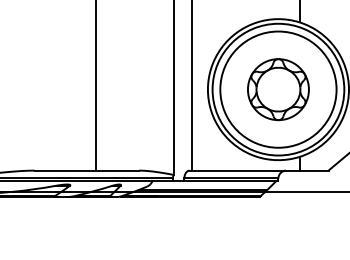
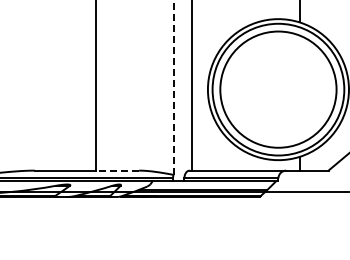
line at (173, 87): solid -> dashed
part at (278, 89): present -> none
line at (117, 170): solid -> dashed
